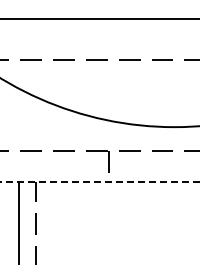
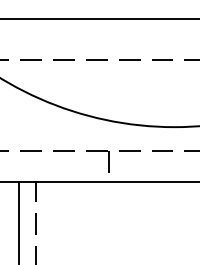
line at (100, 182): dashed -> solid
